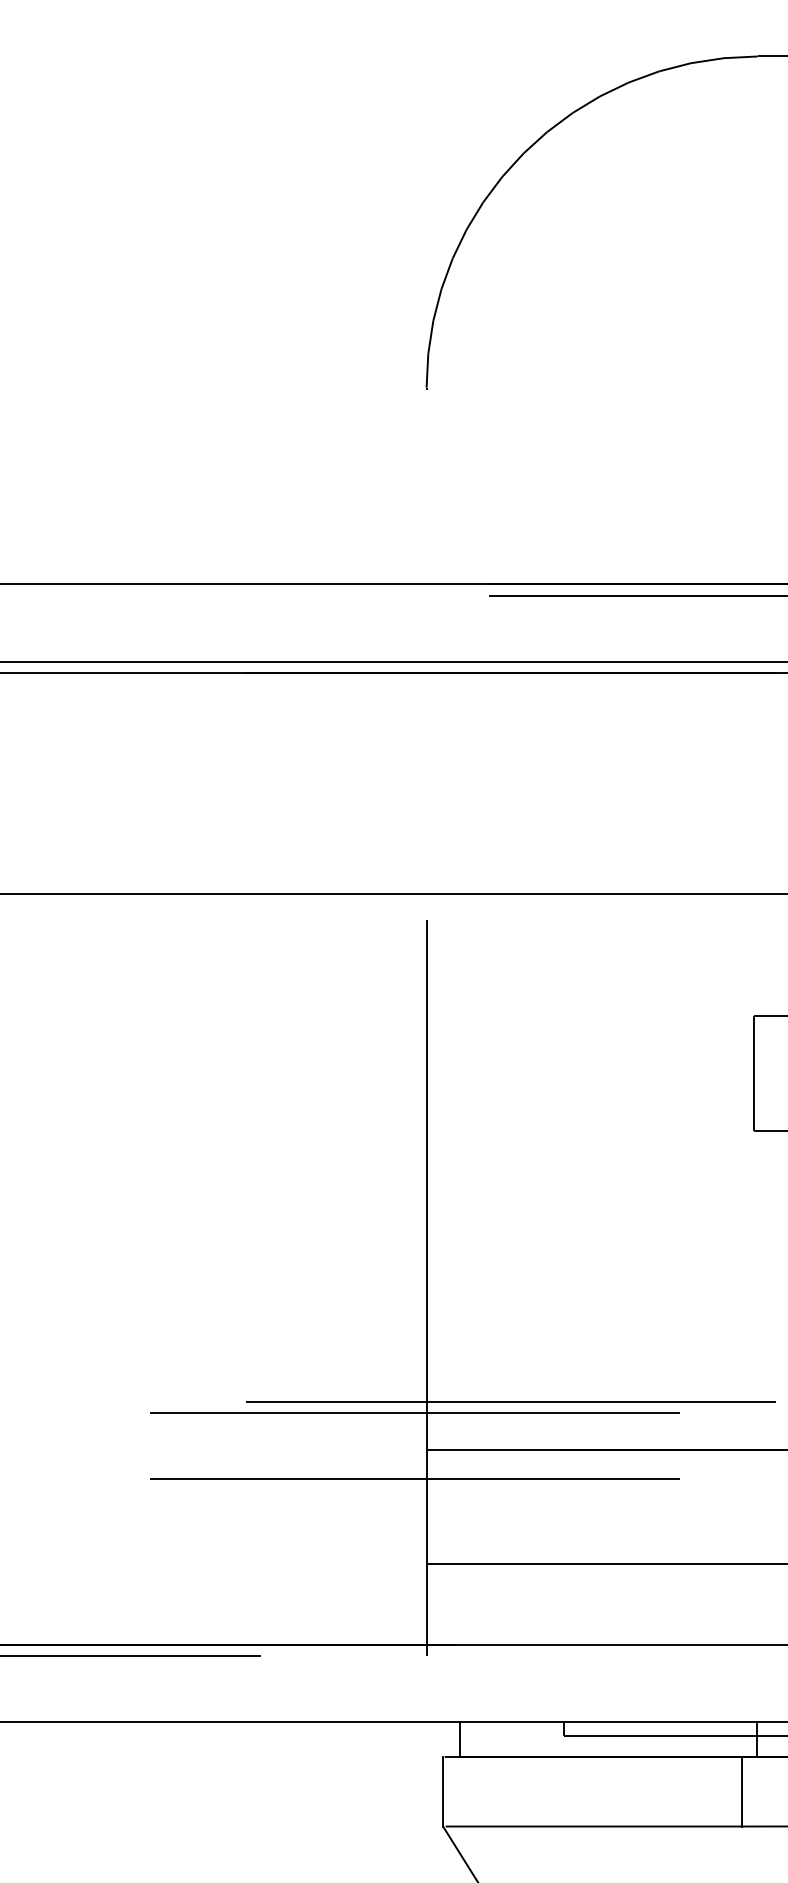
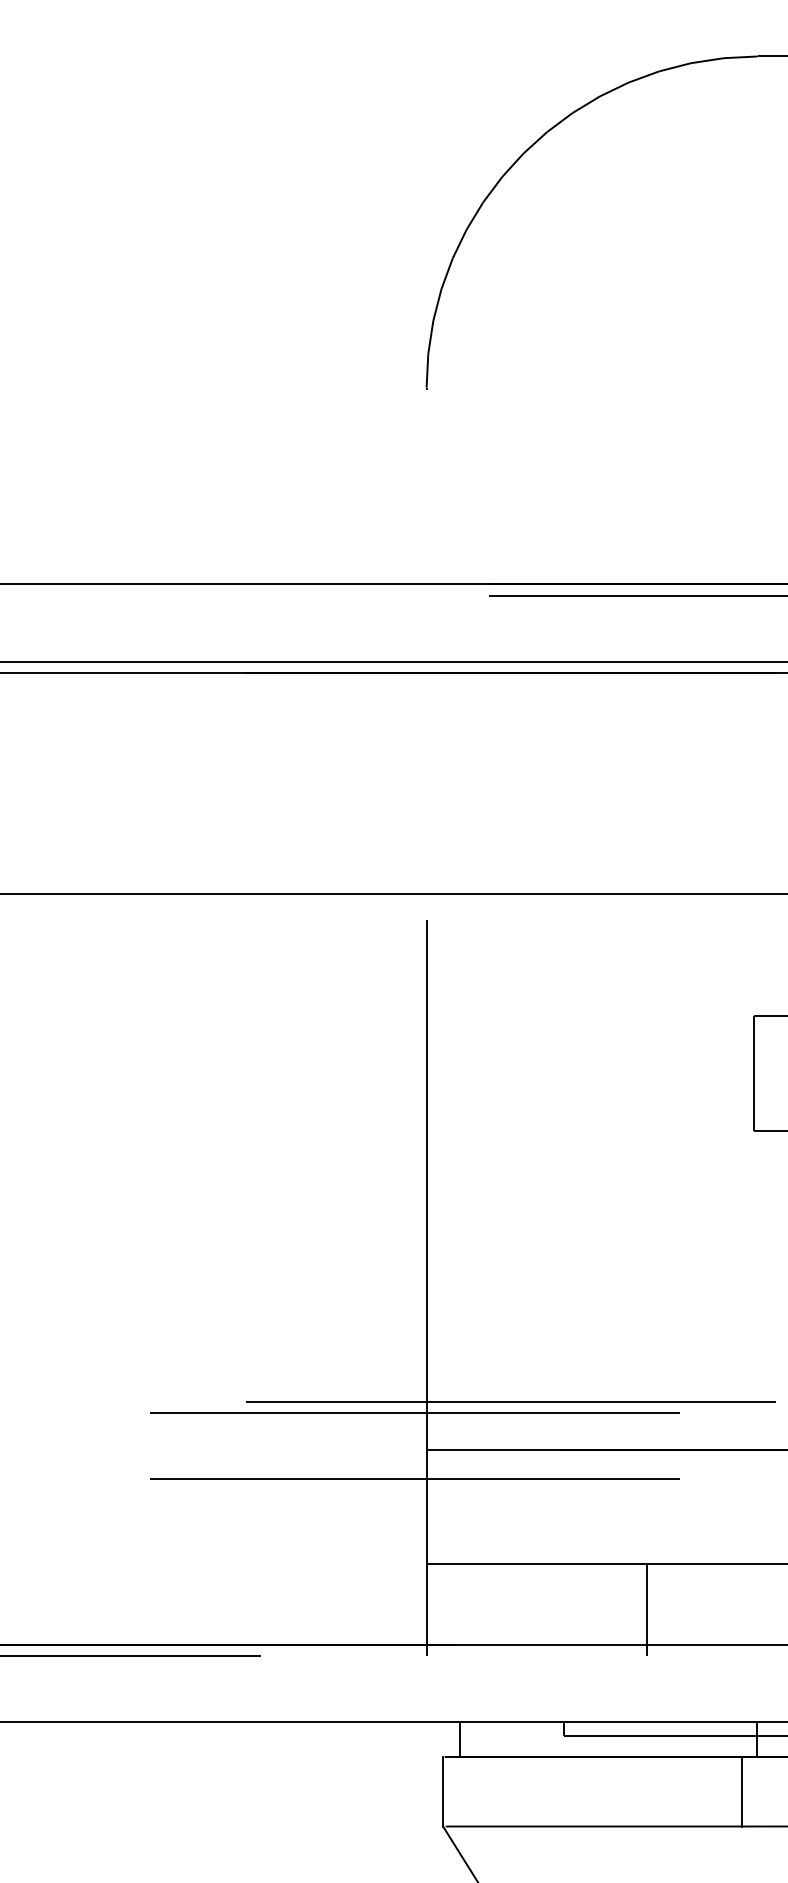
line at (647, 1610): none -> present
